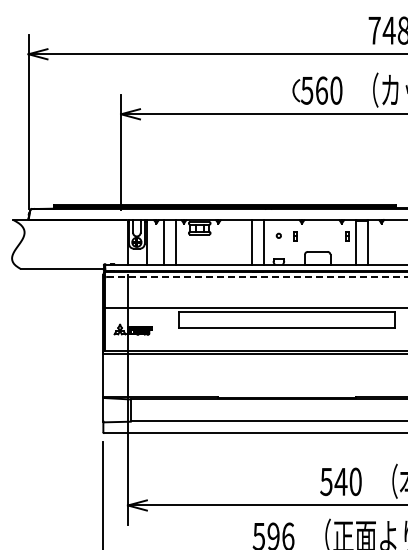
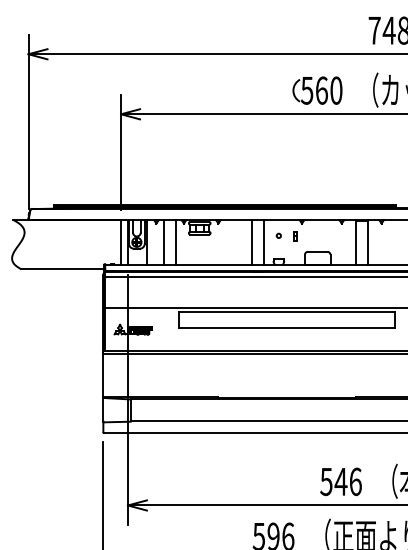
part at (347, 236): present -> none
line at (121, 241): none -> present
line at (257, 277): dashed -> solid
text at (355, 481): 540 -> 546
